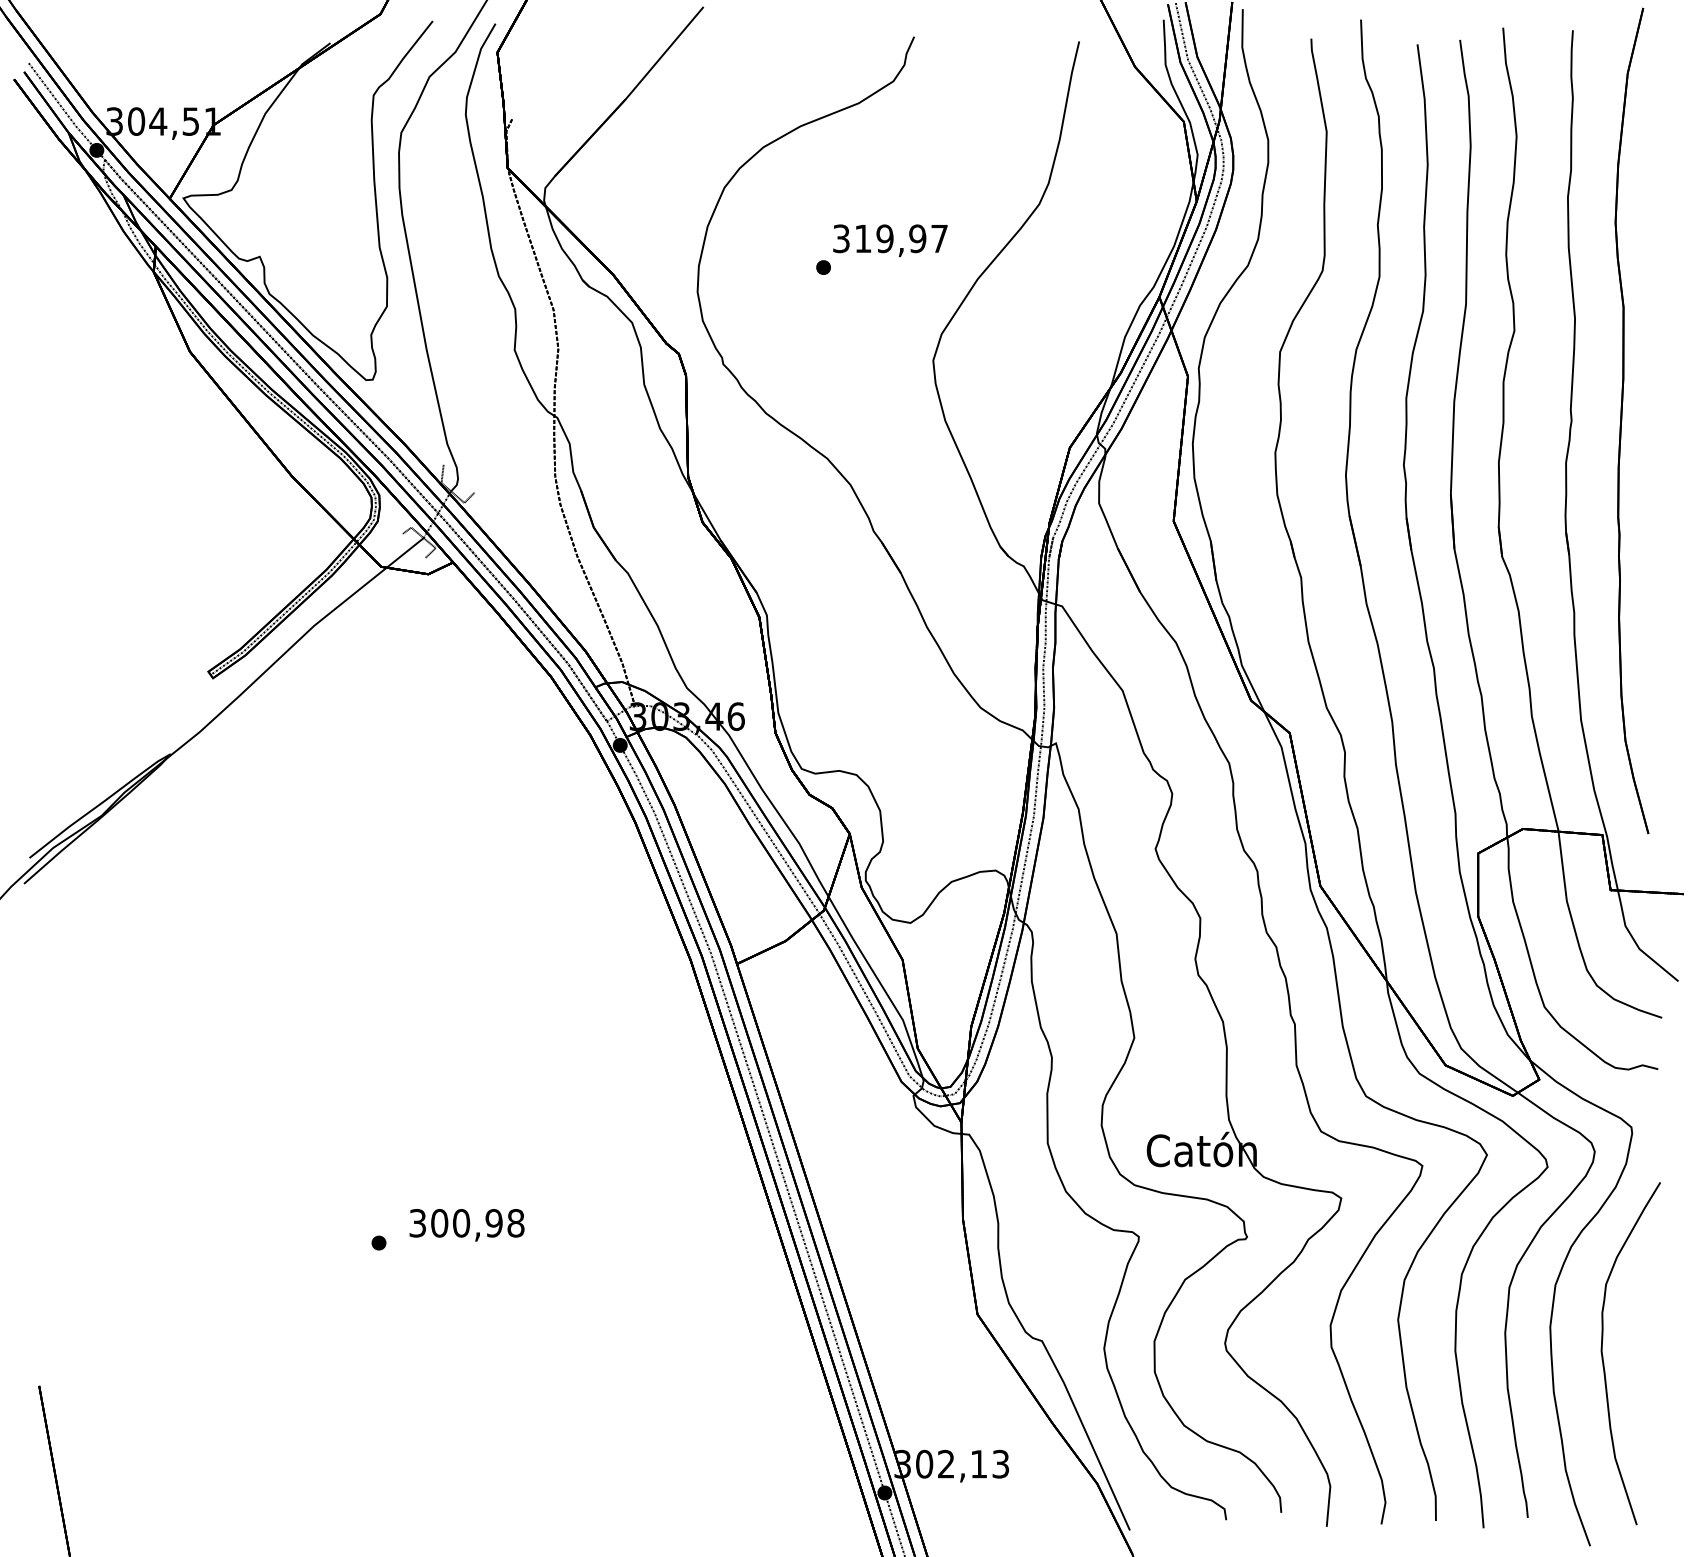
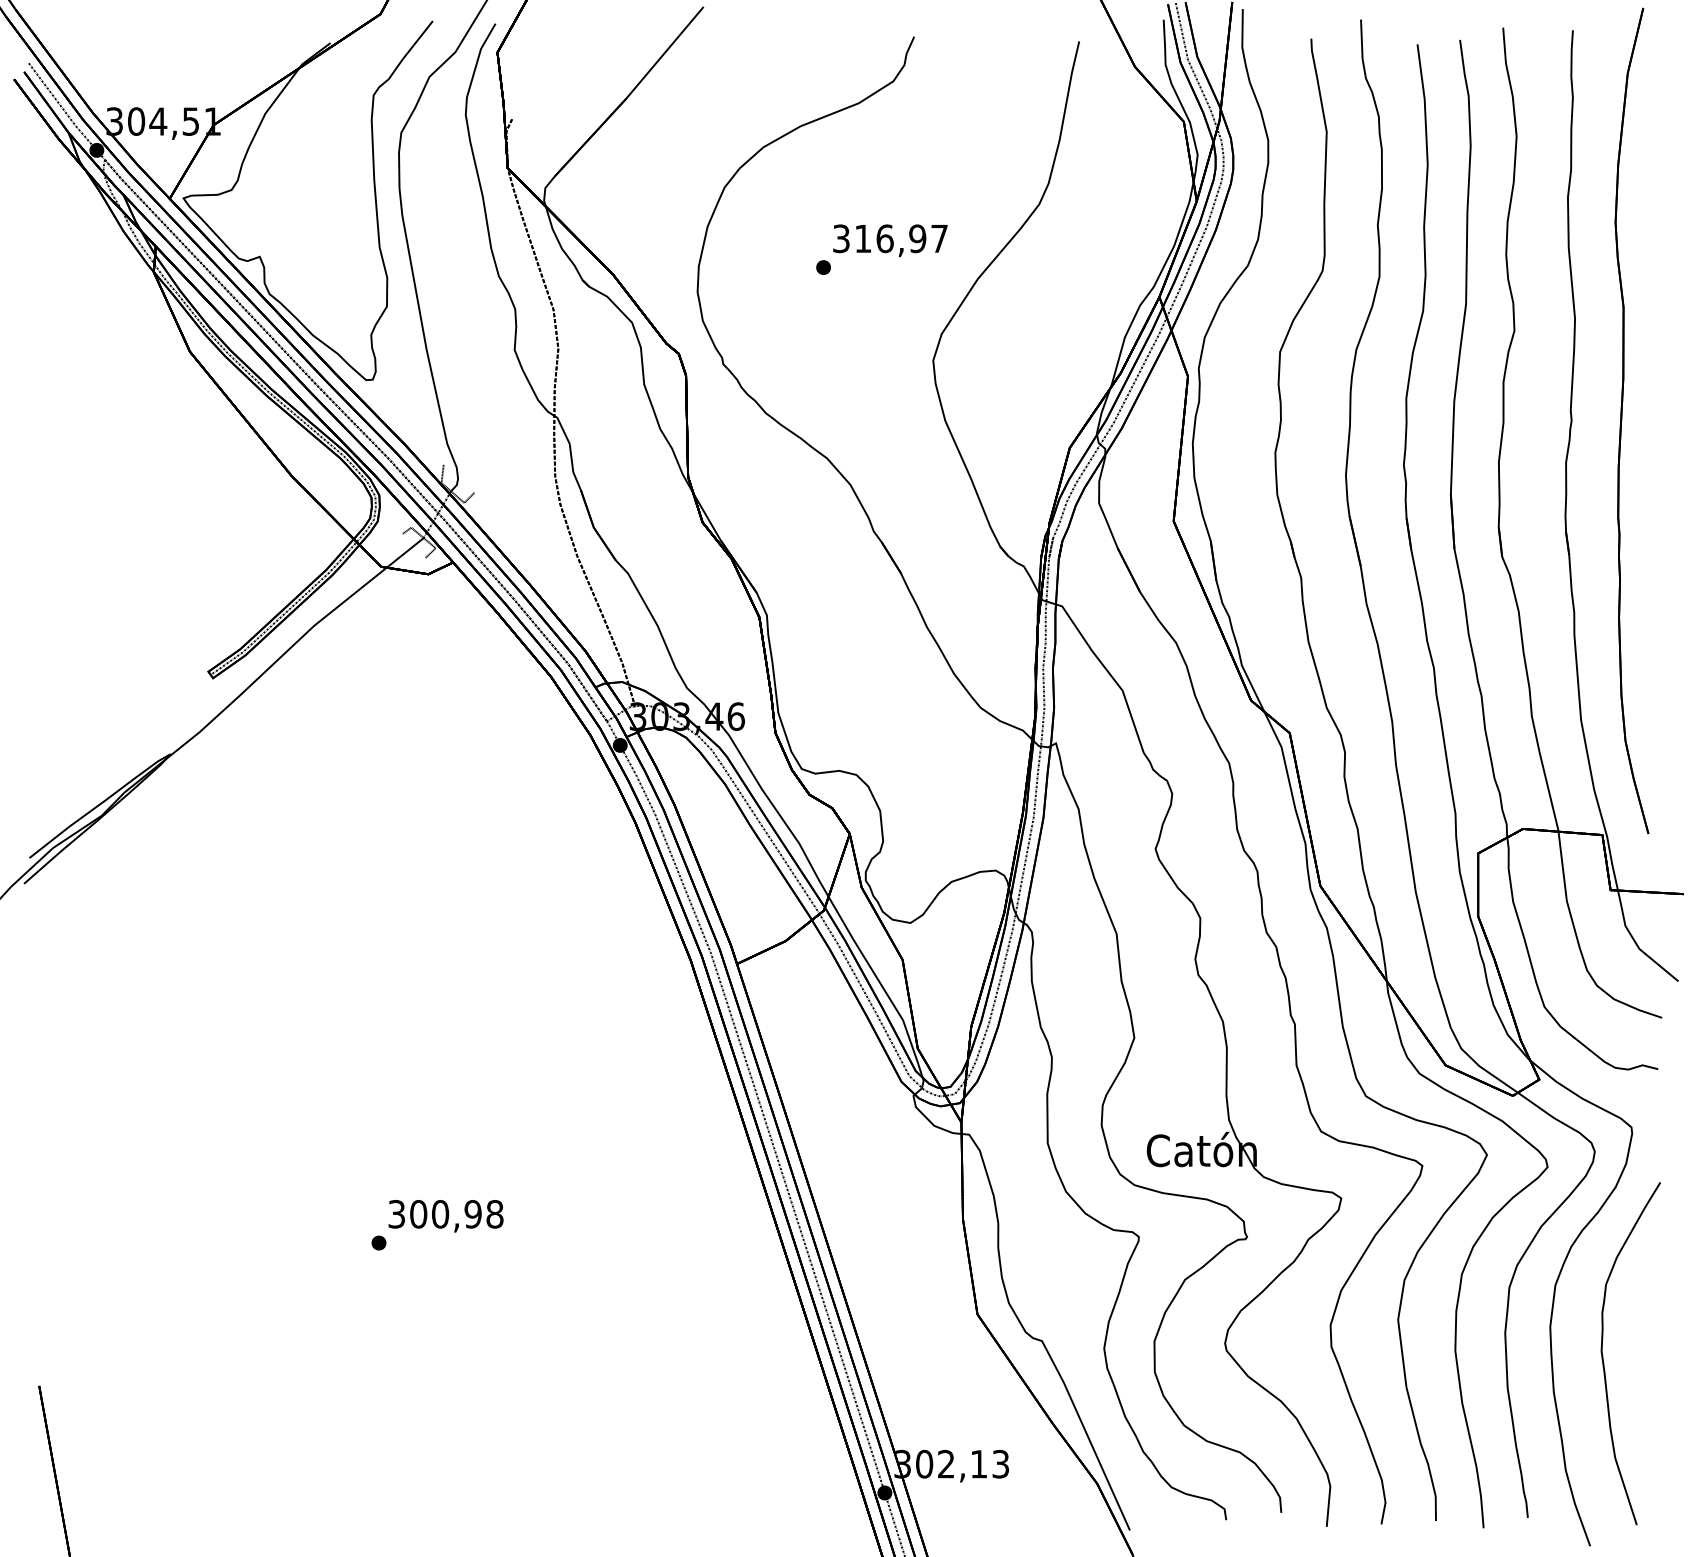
text at (884, 238): 319,97 -> 316,97
text at (466, 1225) position: (466, 1225) -> (445, 1216)
